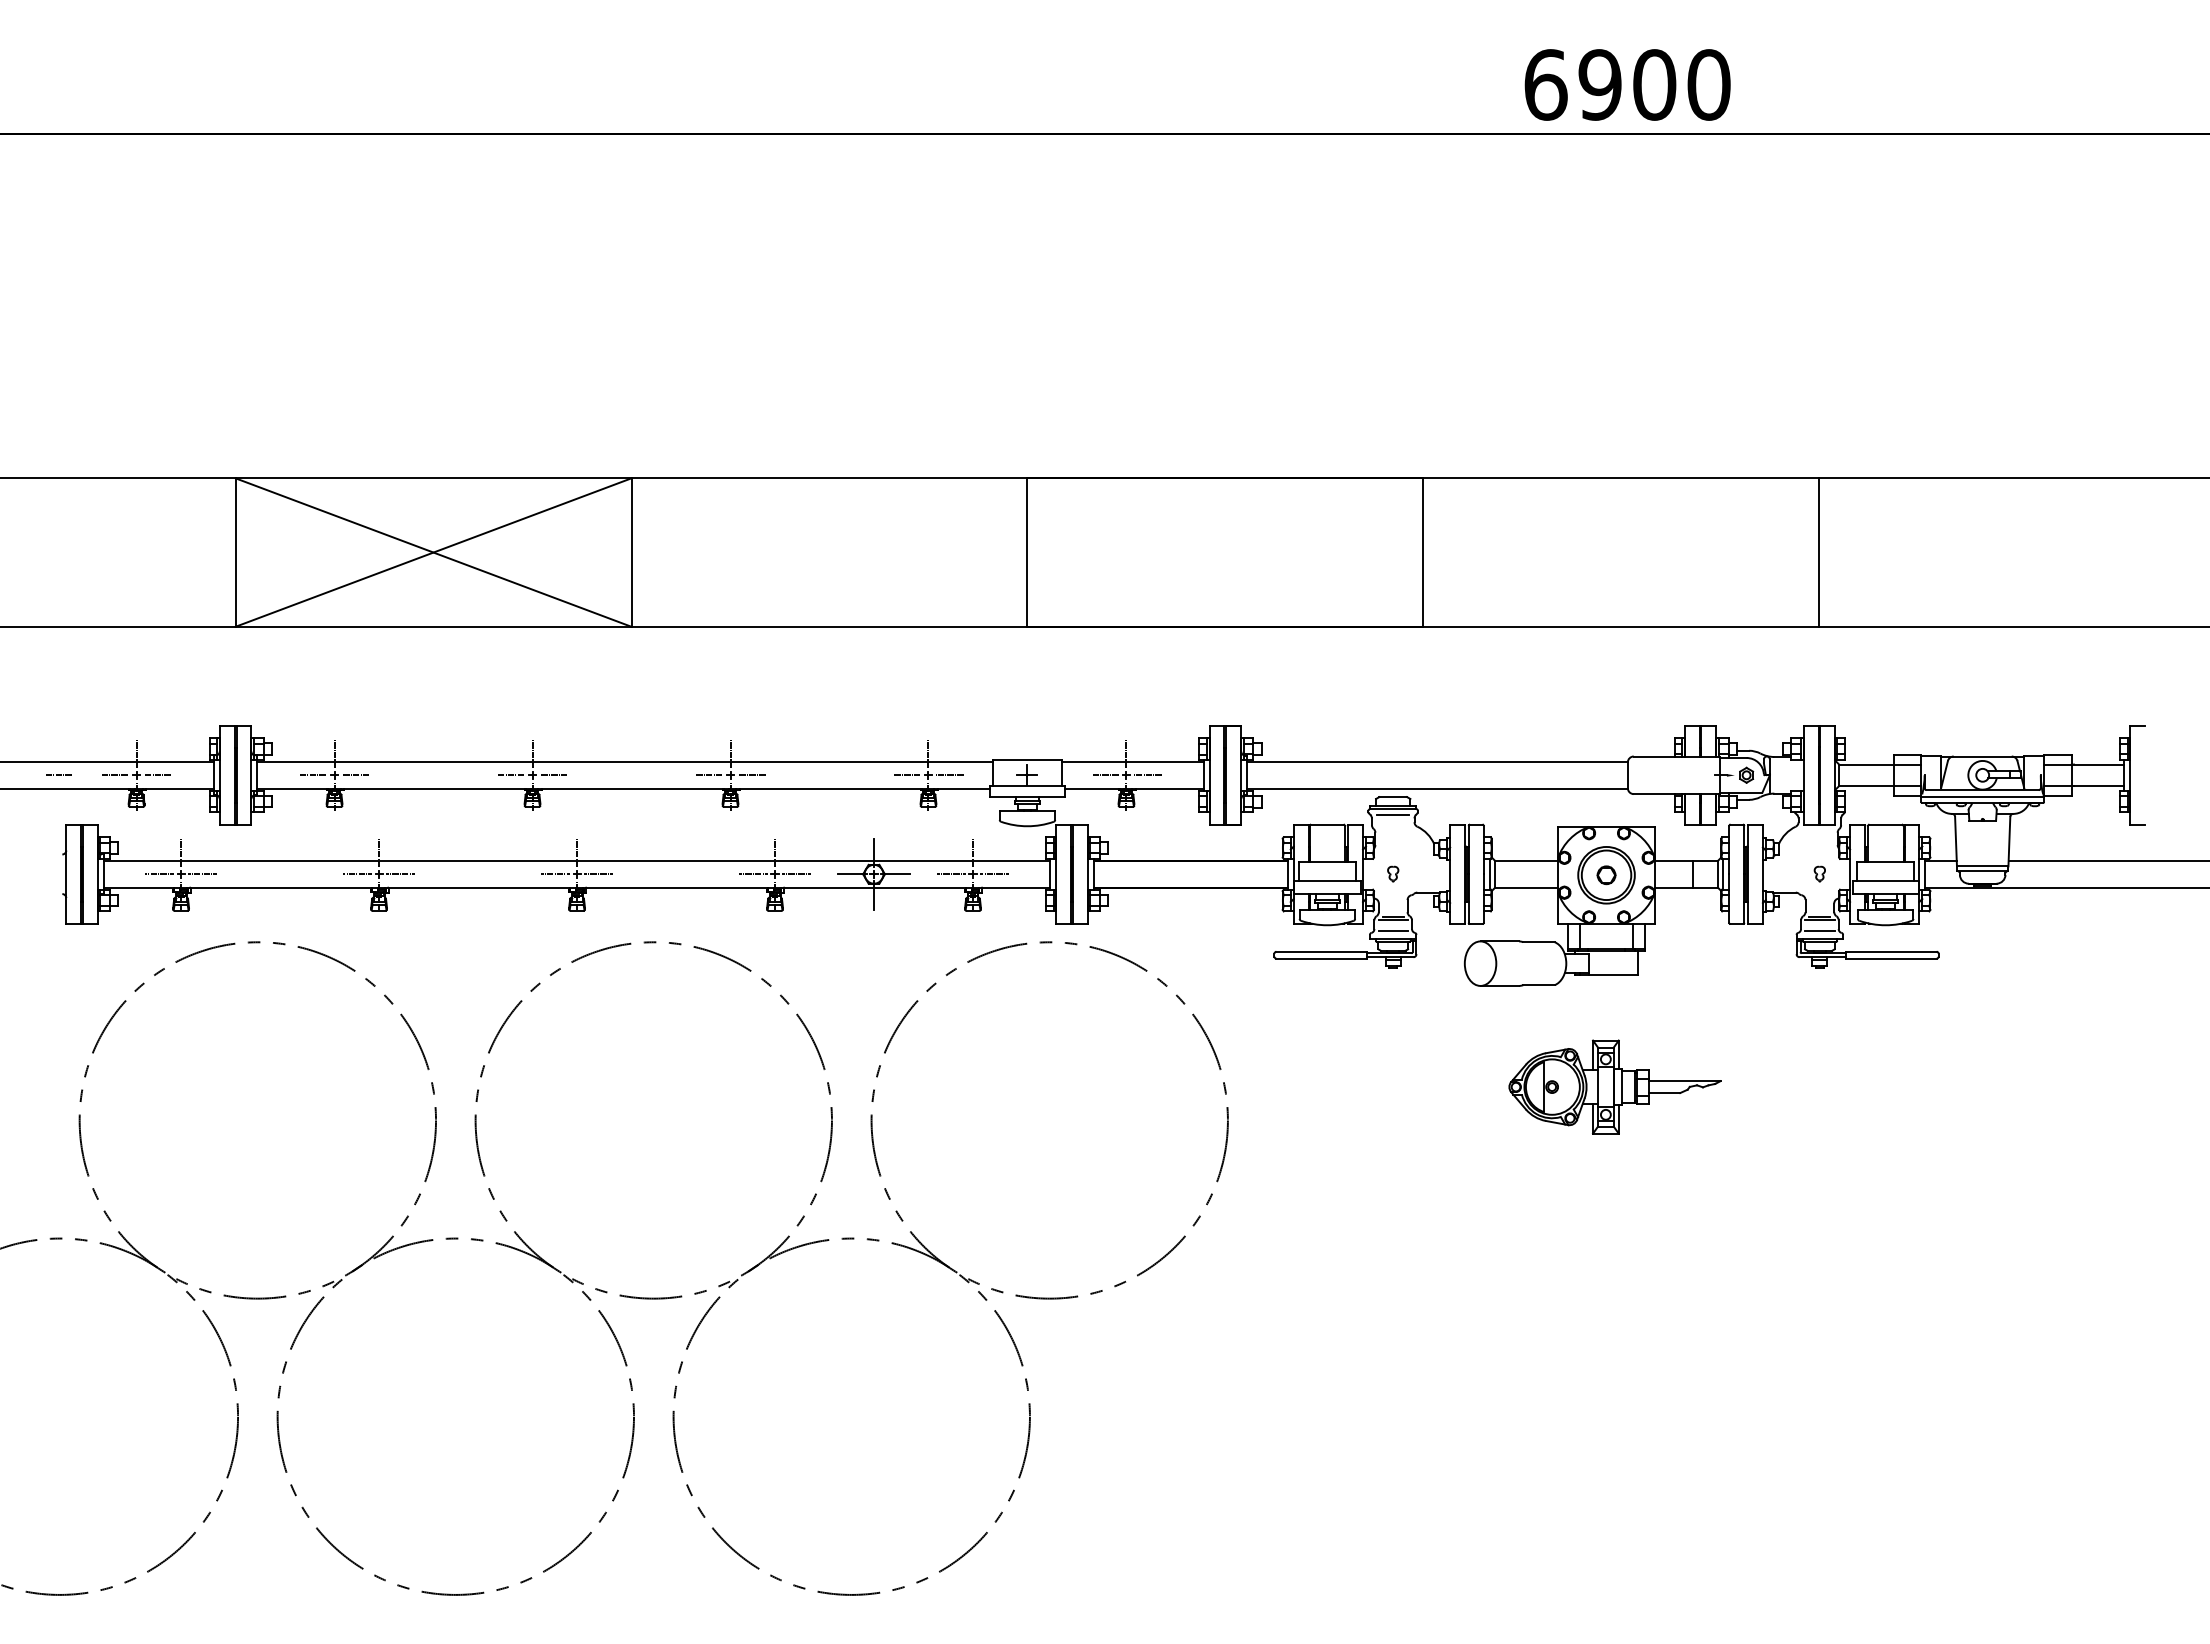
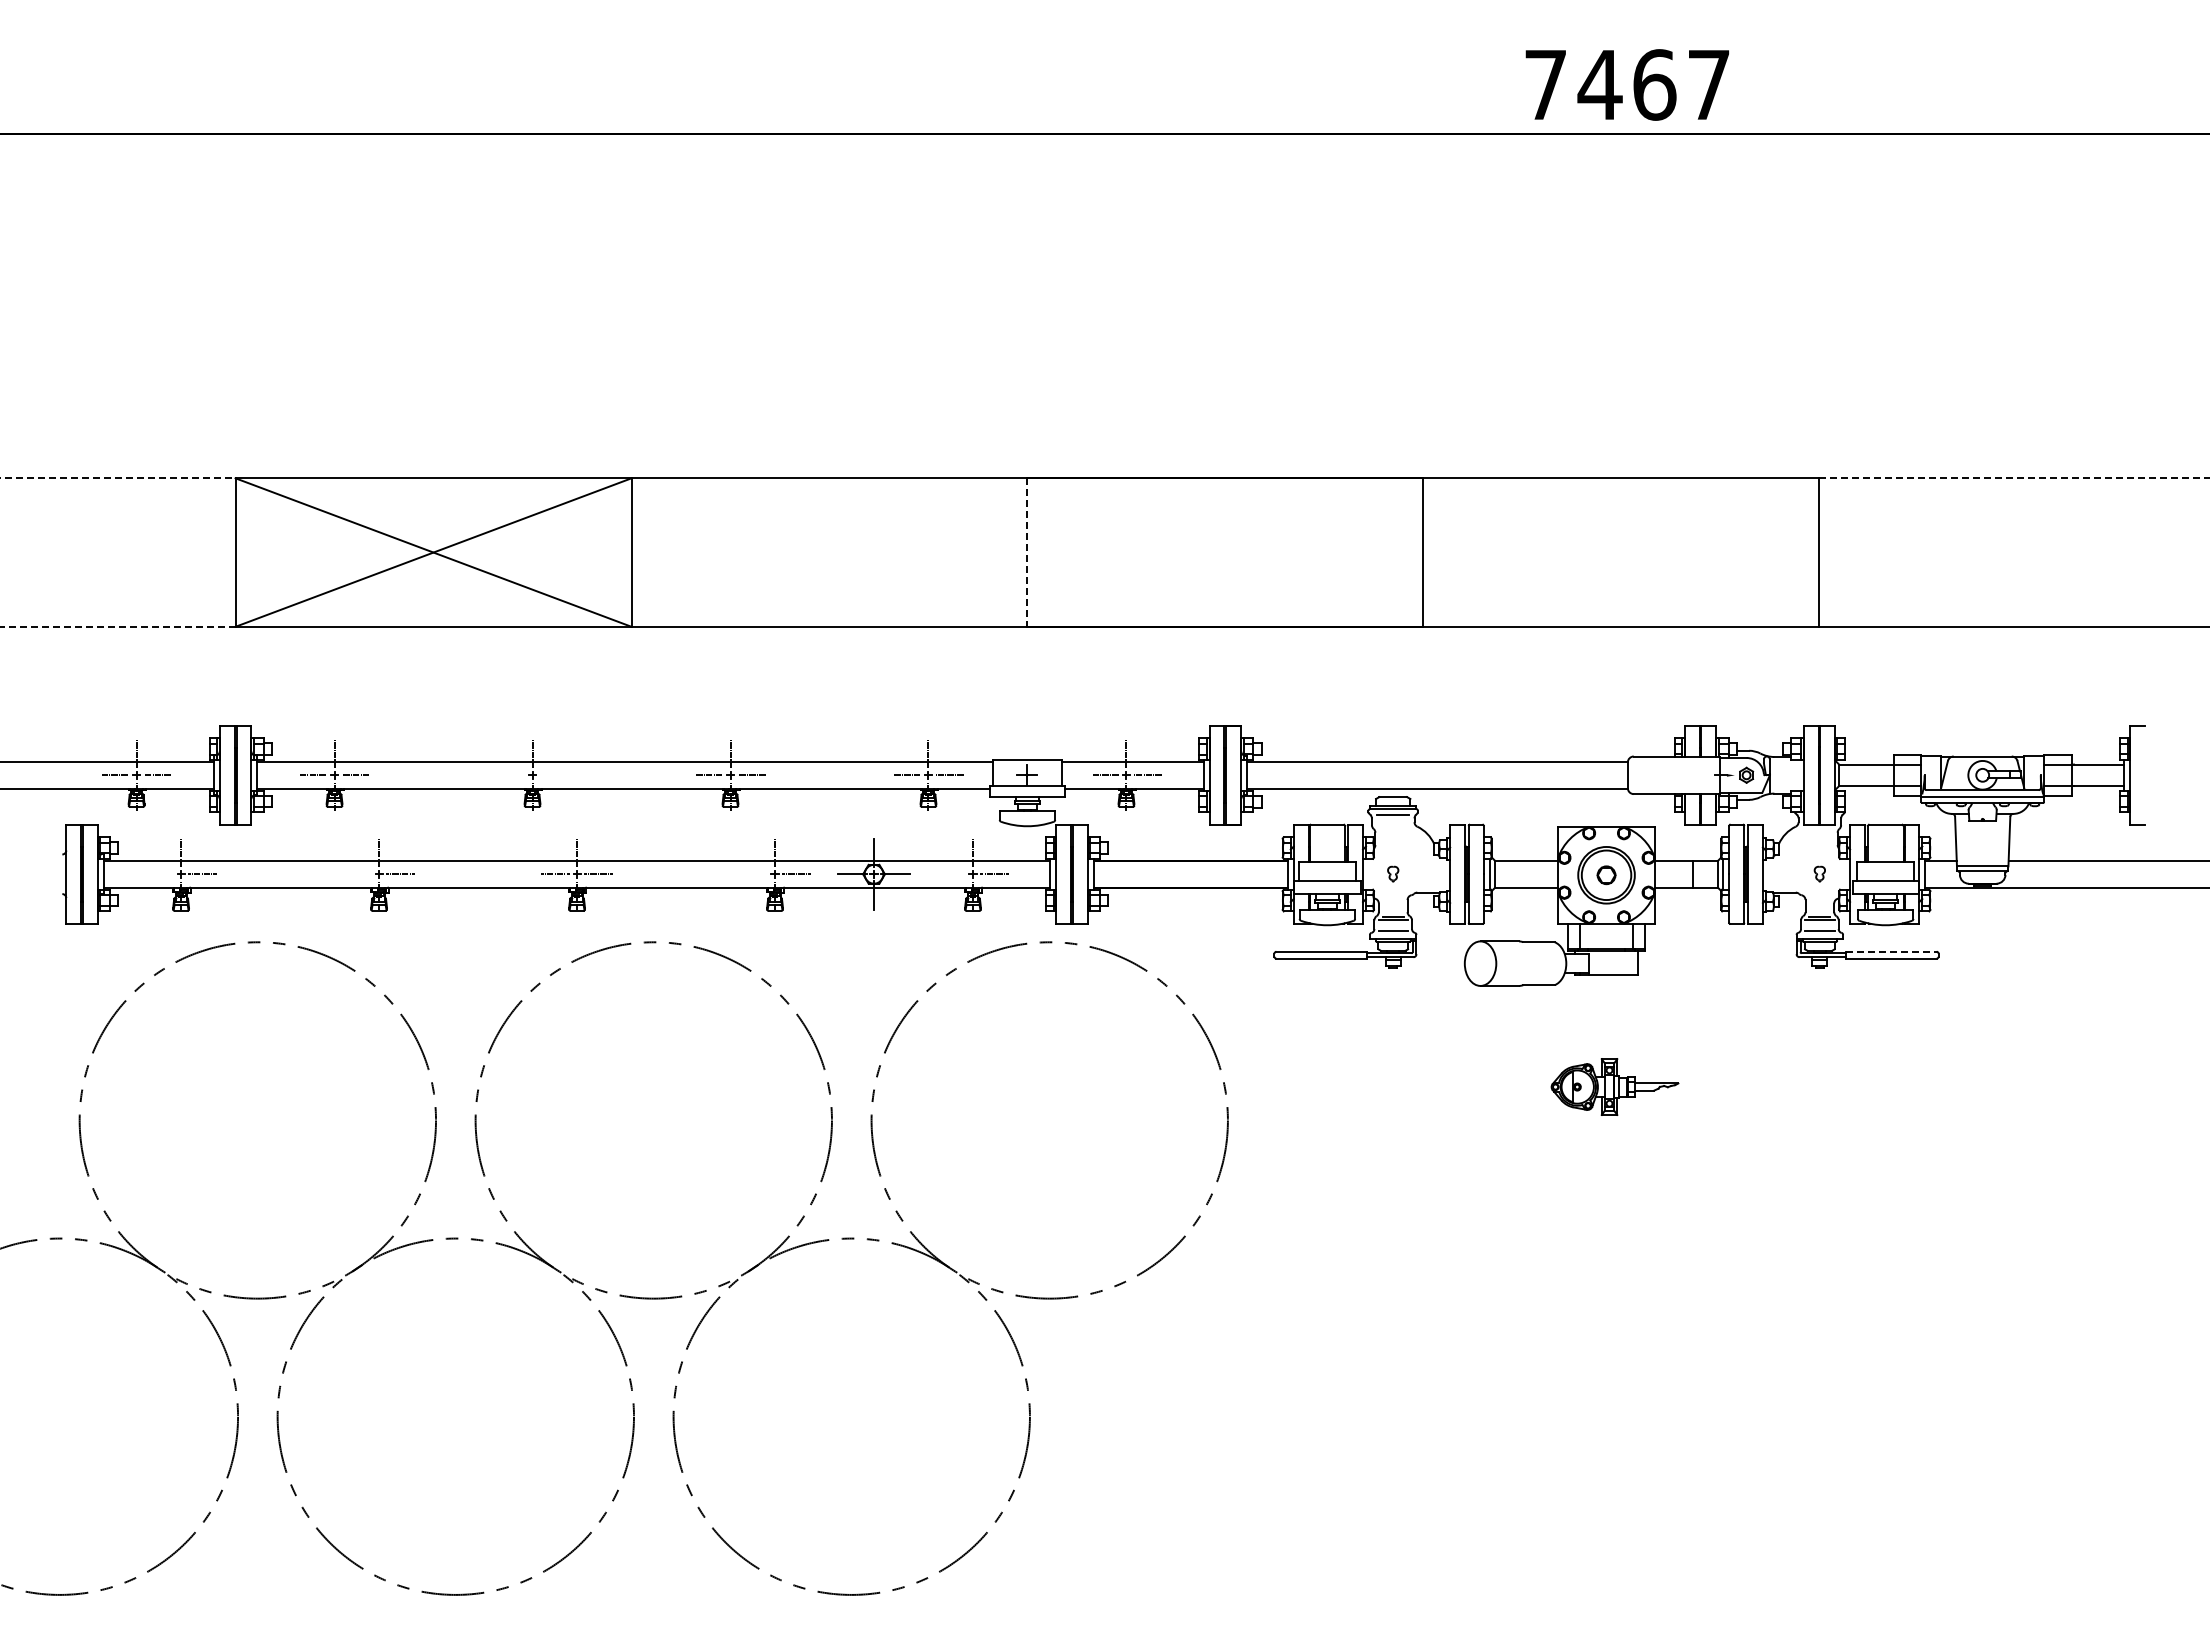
text at (1627, 84): 6900 -> 7467
line at (118, 478): solid -> dashed
line at (2014, 478): solid -> dashed
line at (1027, 553): solid -> dashed
line at (117, 626): solid -> dashed
line at (58, 775): present -> none
line at (510, 775): present -> none
line at (553, 775): present -> none
line at (159, 874): present -> none
line at (357, 874): present -> none
line at (753, 874): present -> none
line at (951, 874): present -> none
line at (1891, 951): solid -> dashed
part at (1614, 1086) size: 214x96 px -> 130x58 px
